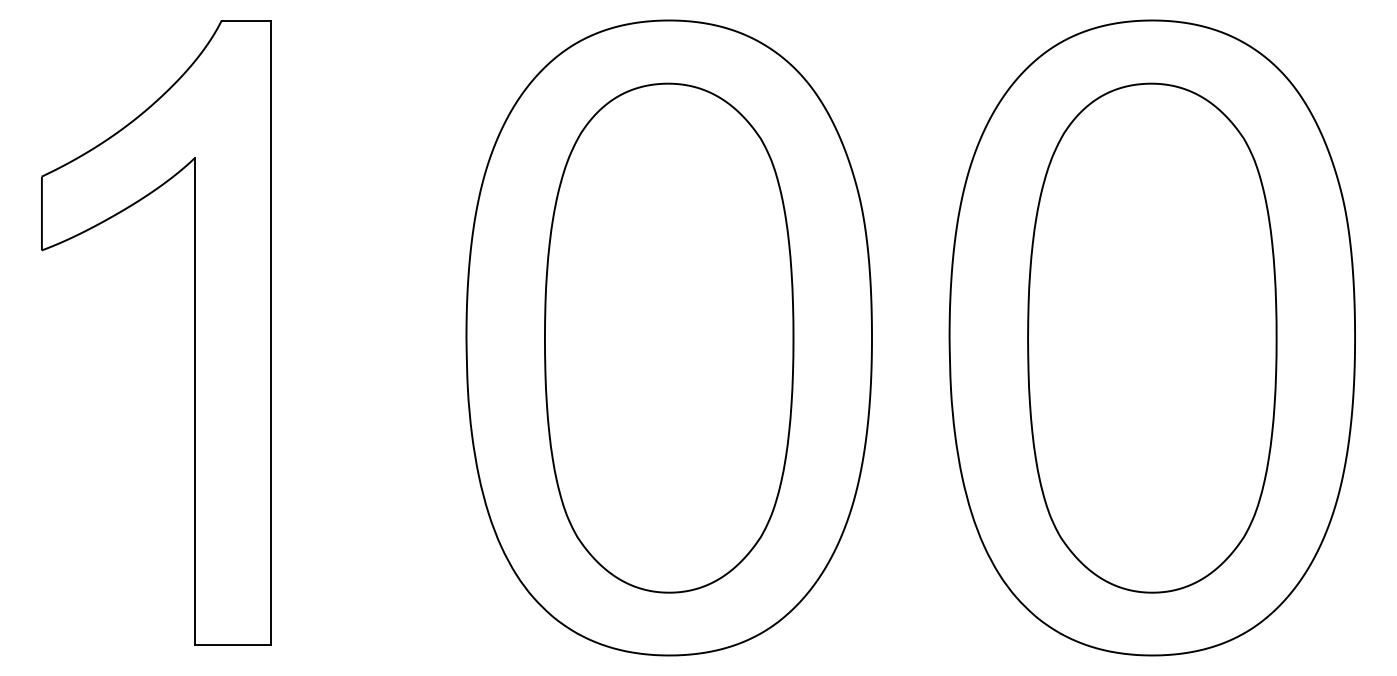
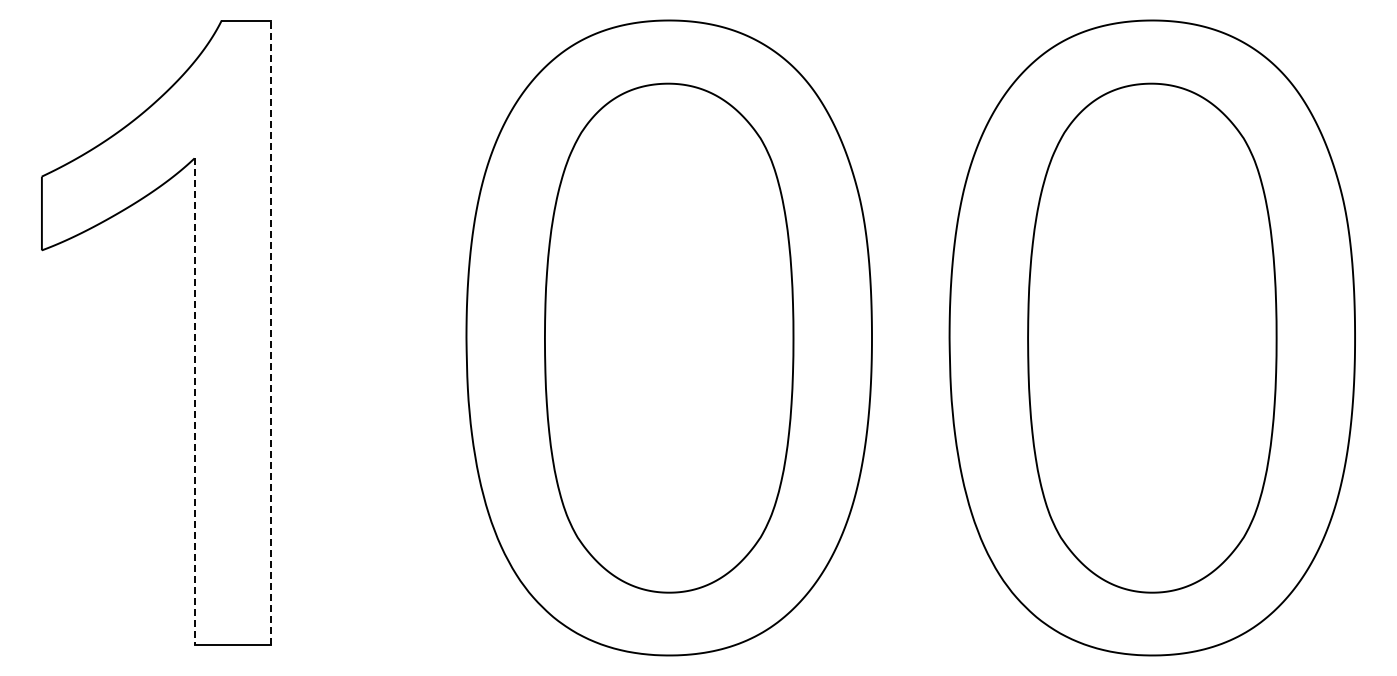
line at (270, 332): solid -> dashed
line at (194, 402): solid -> dashed
